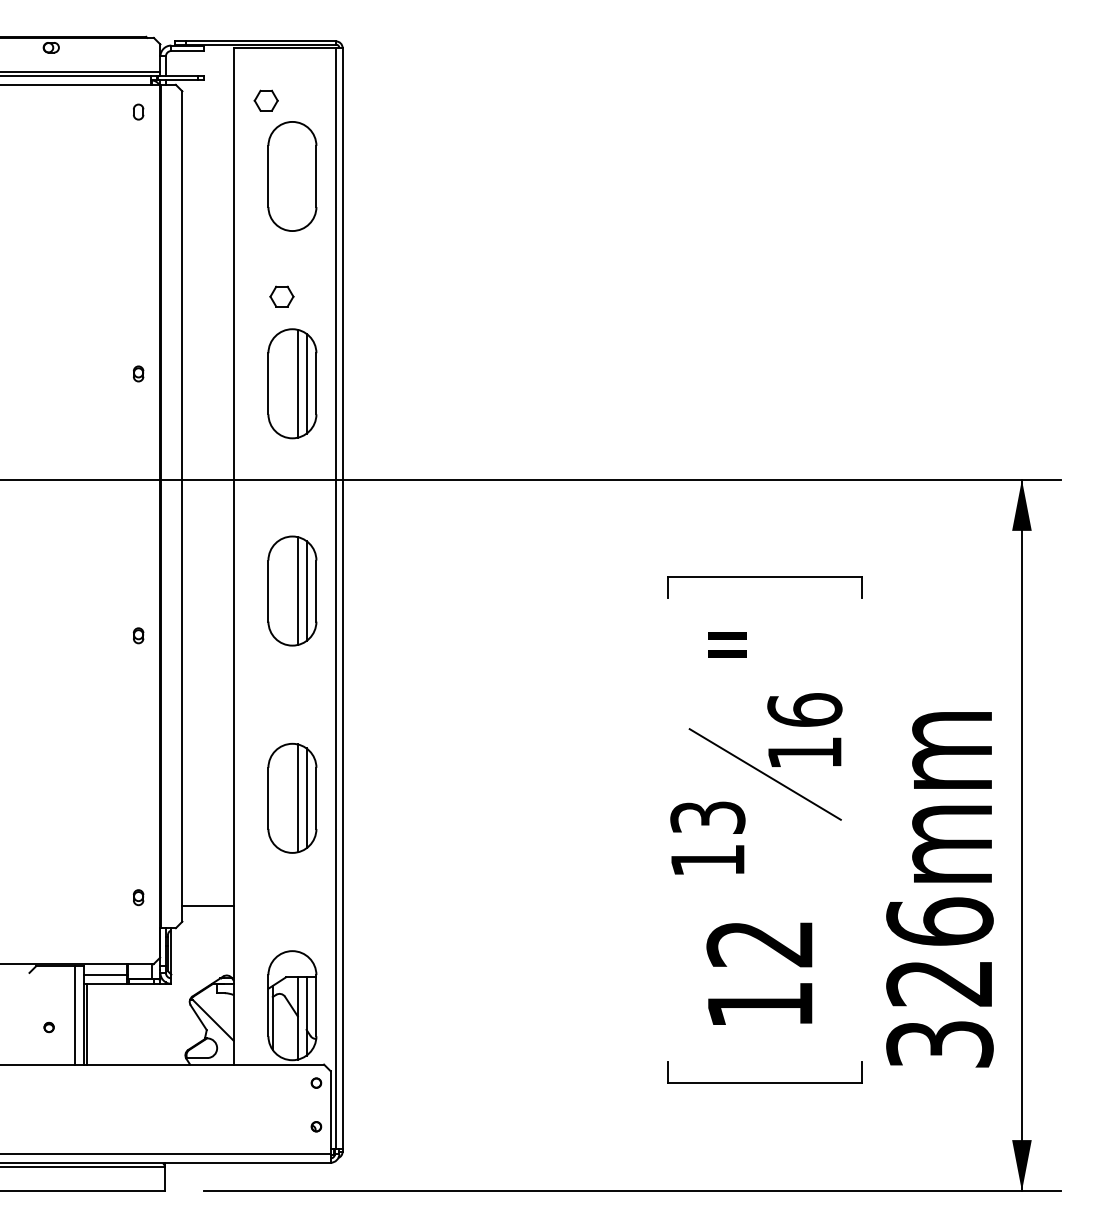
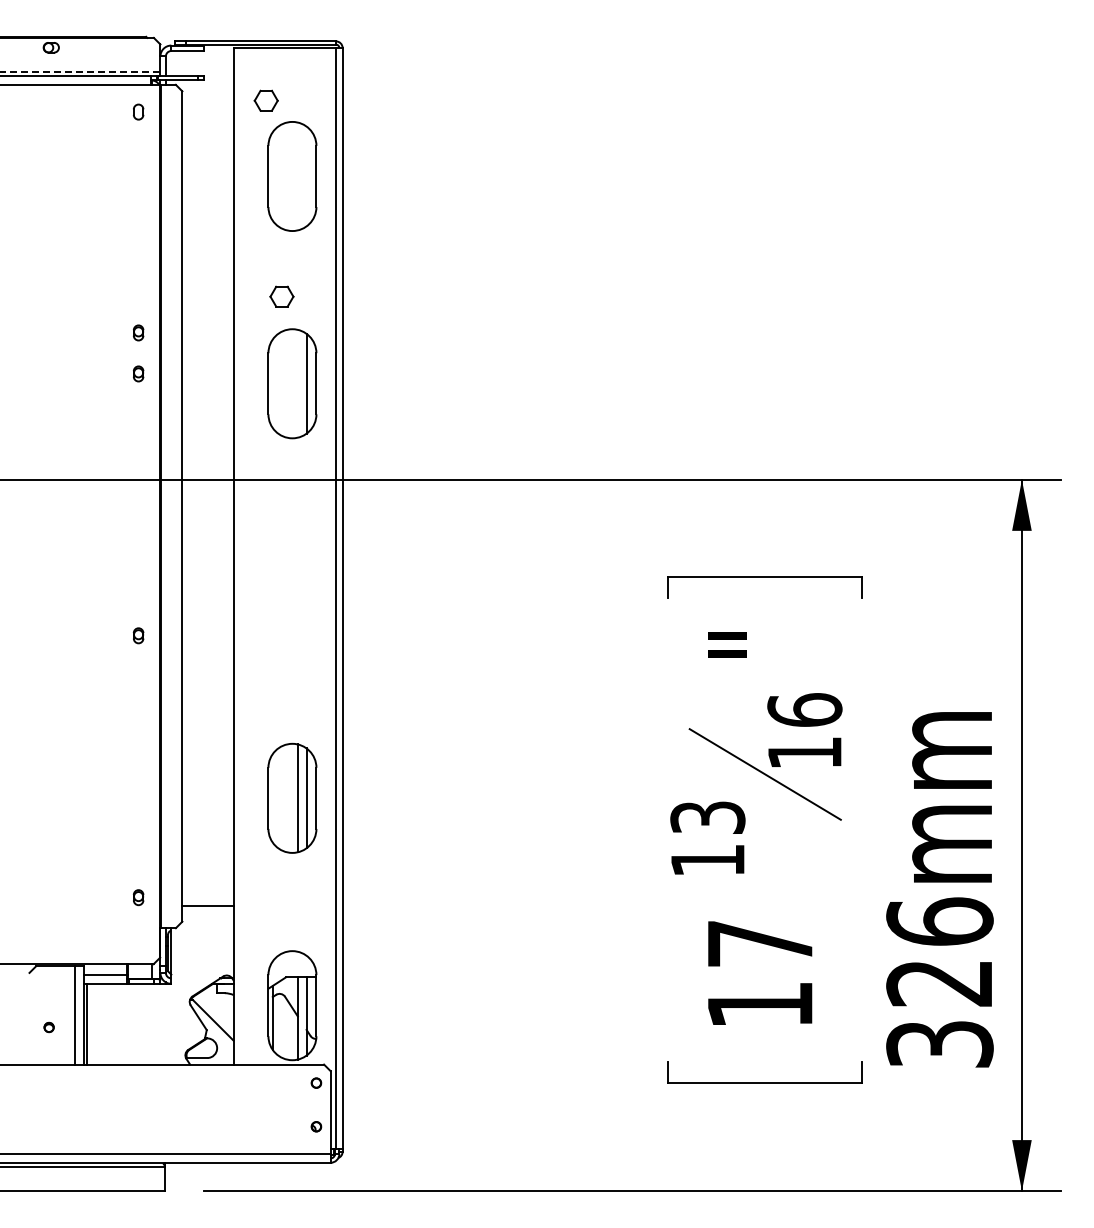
line at (80, 71): solid -> dashed
part at (138, 332): none -> present
line at (297, 383): present -> none
part at (292, 590): present -> none
text at (759, 944): 12 -> 17
